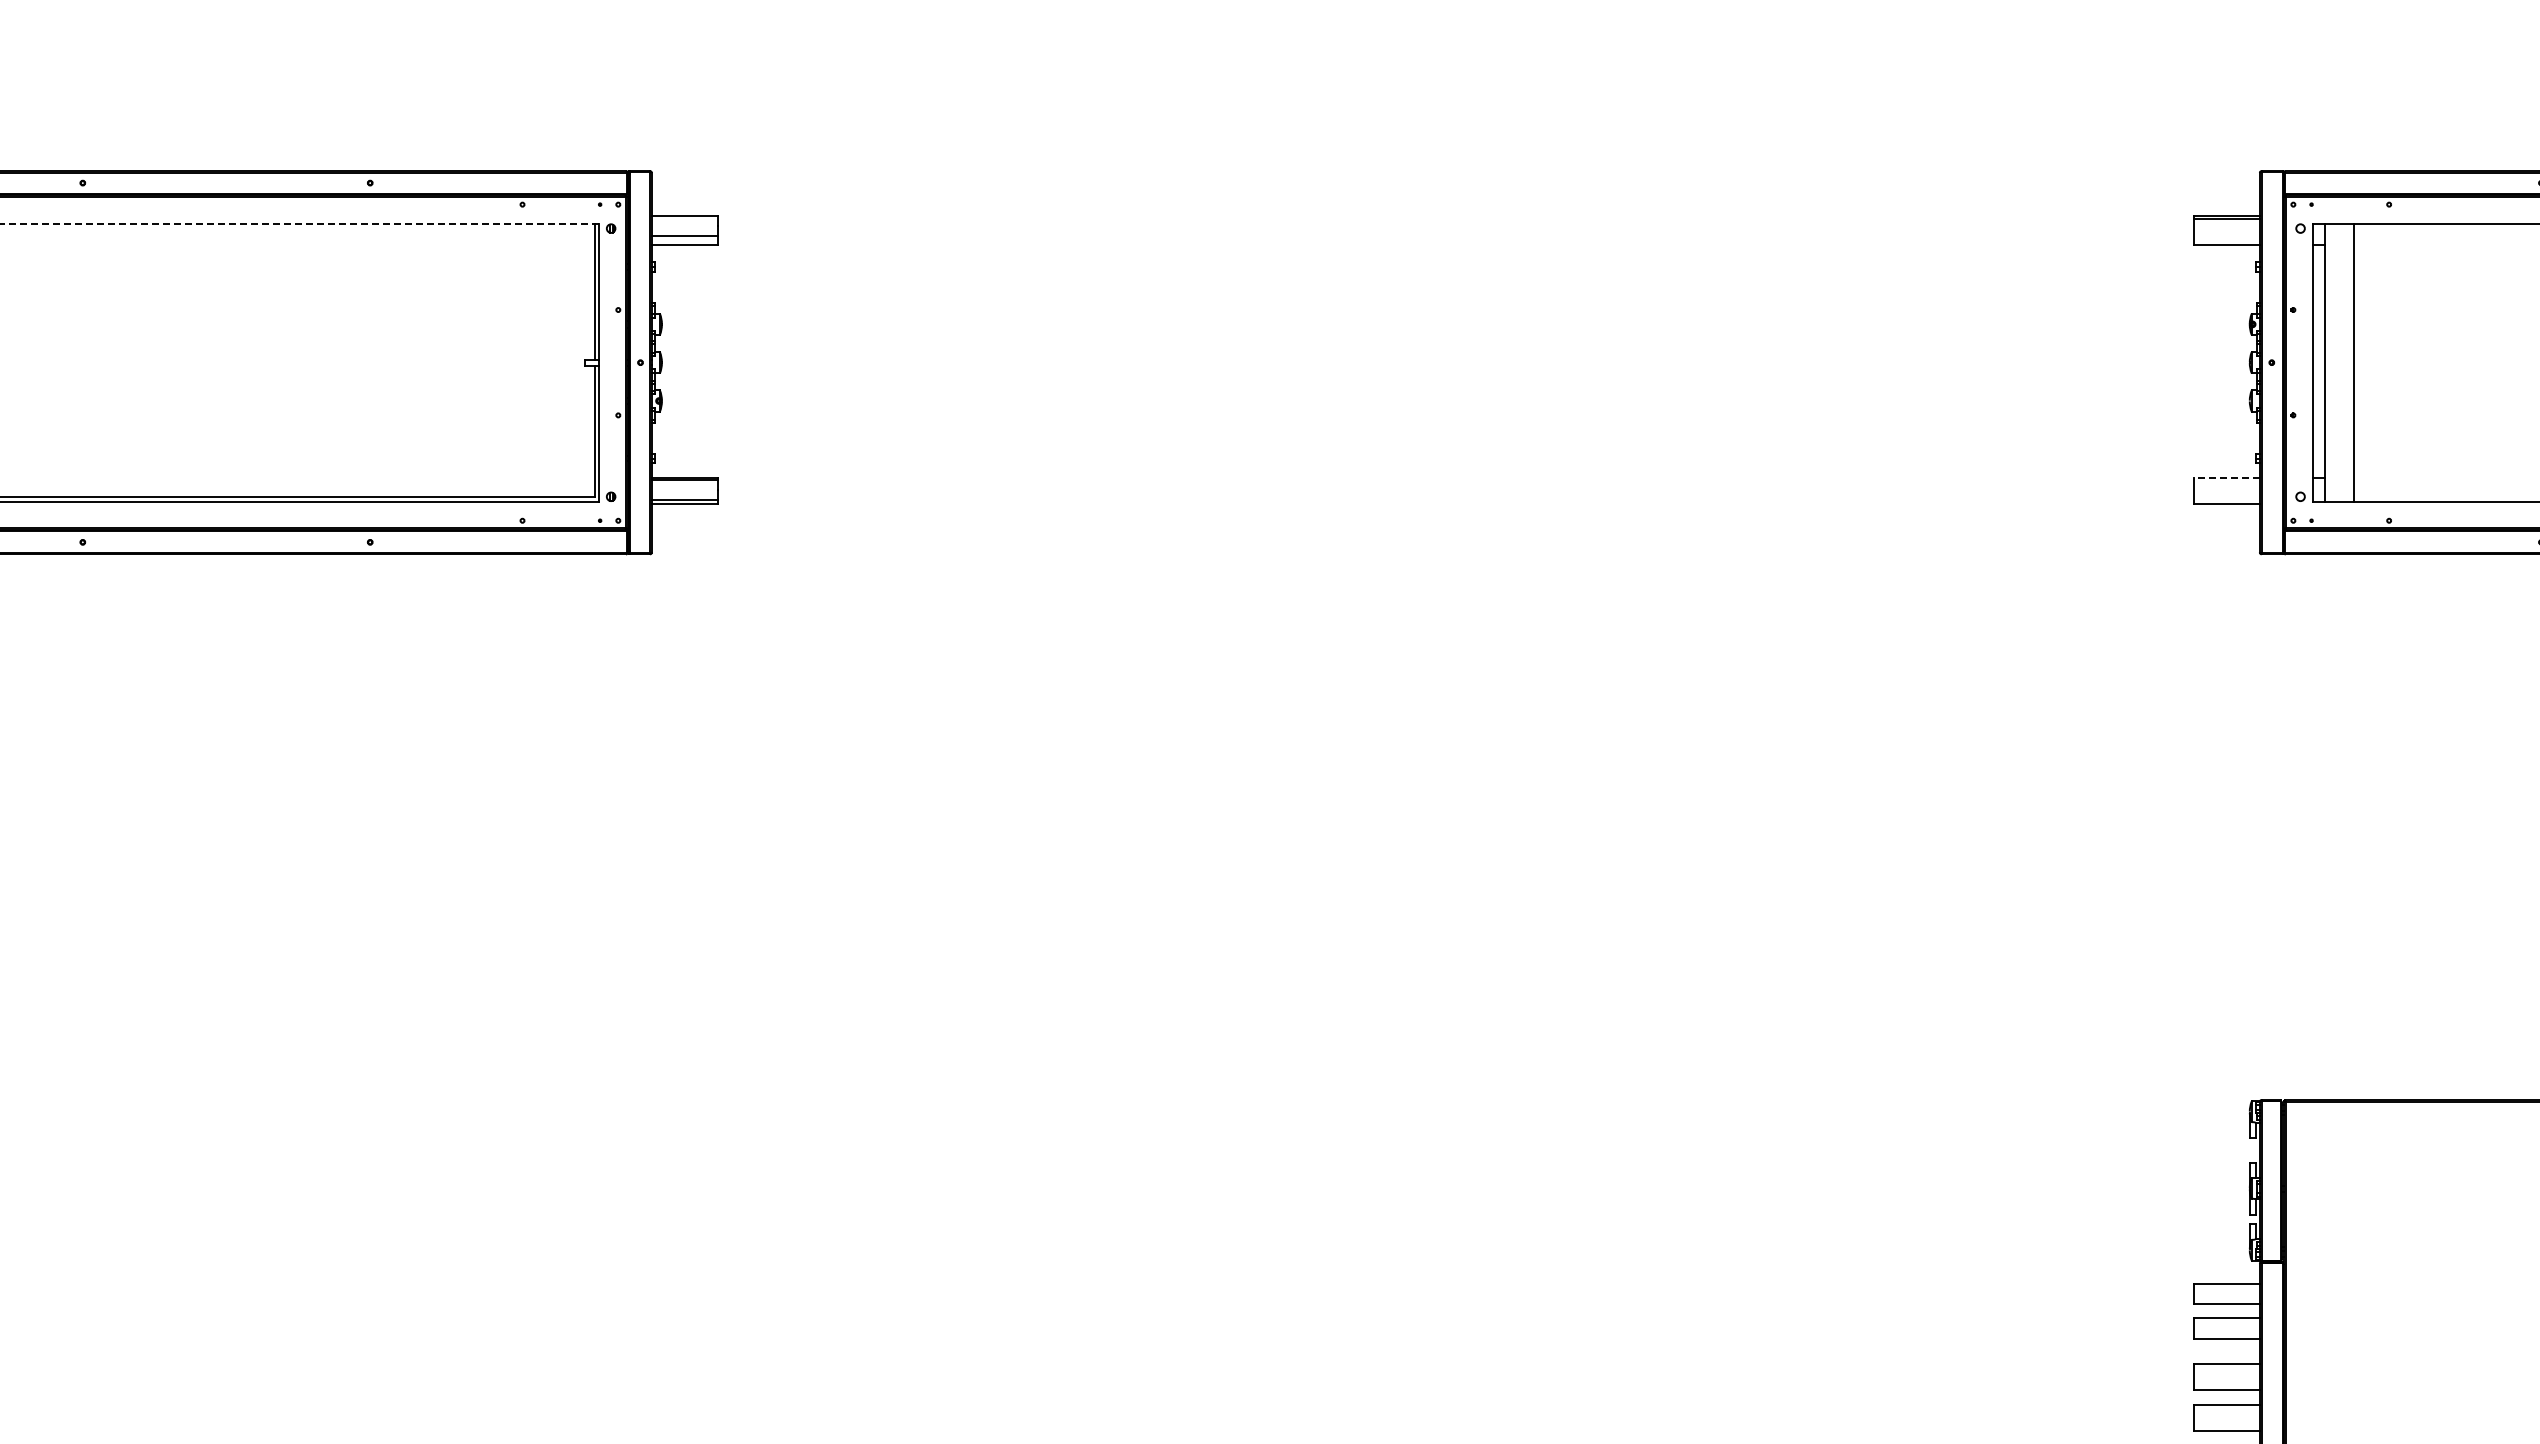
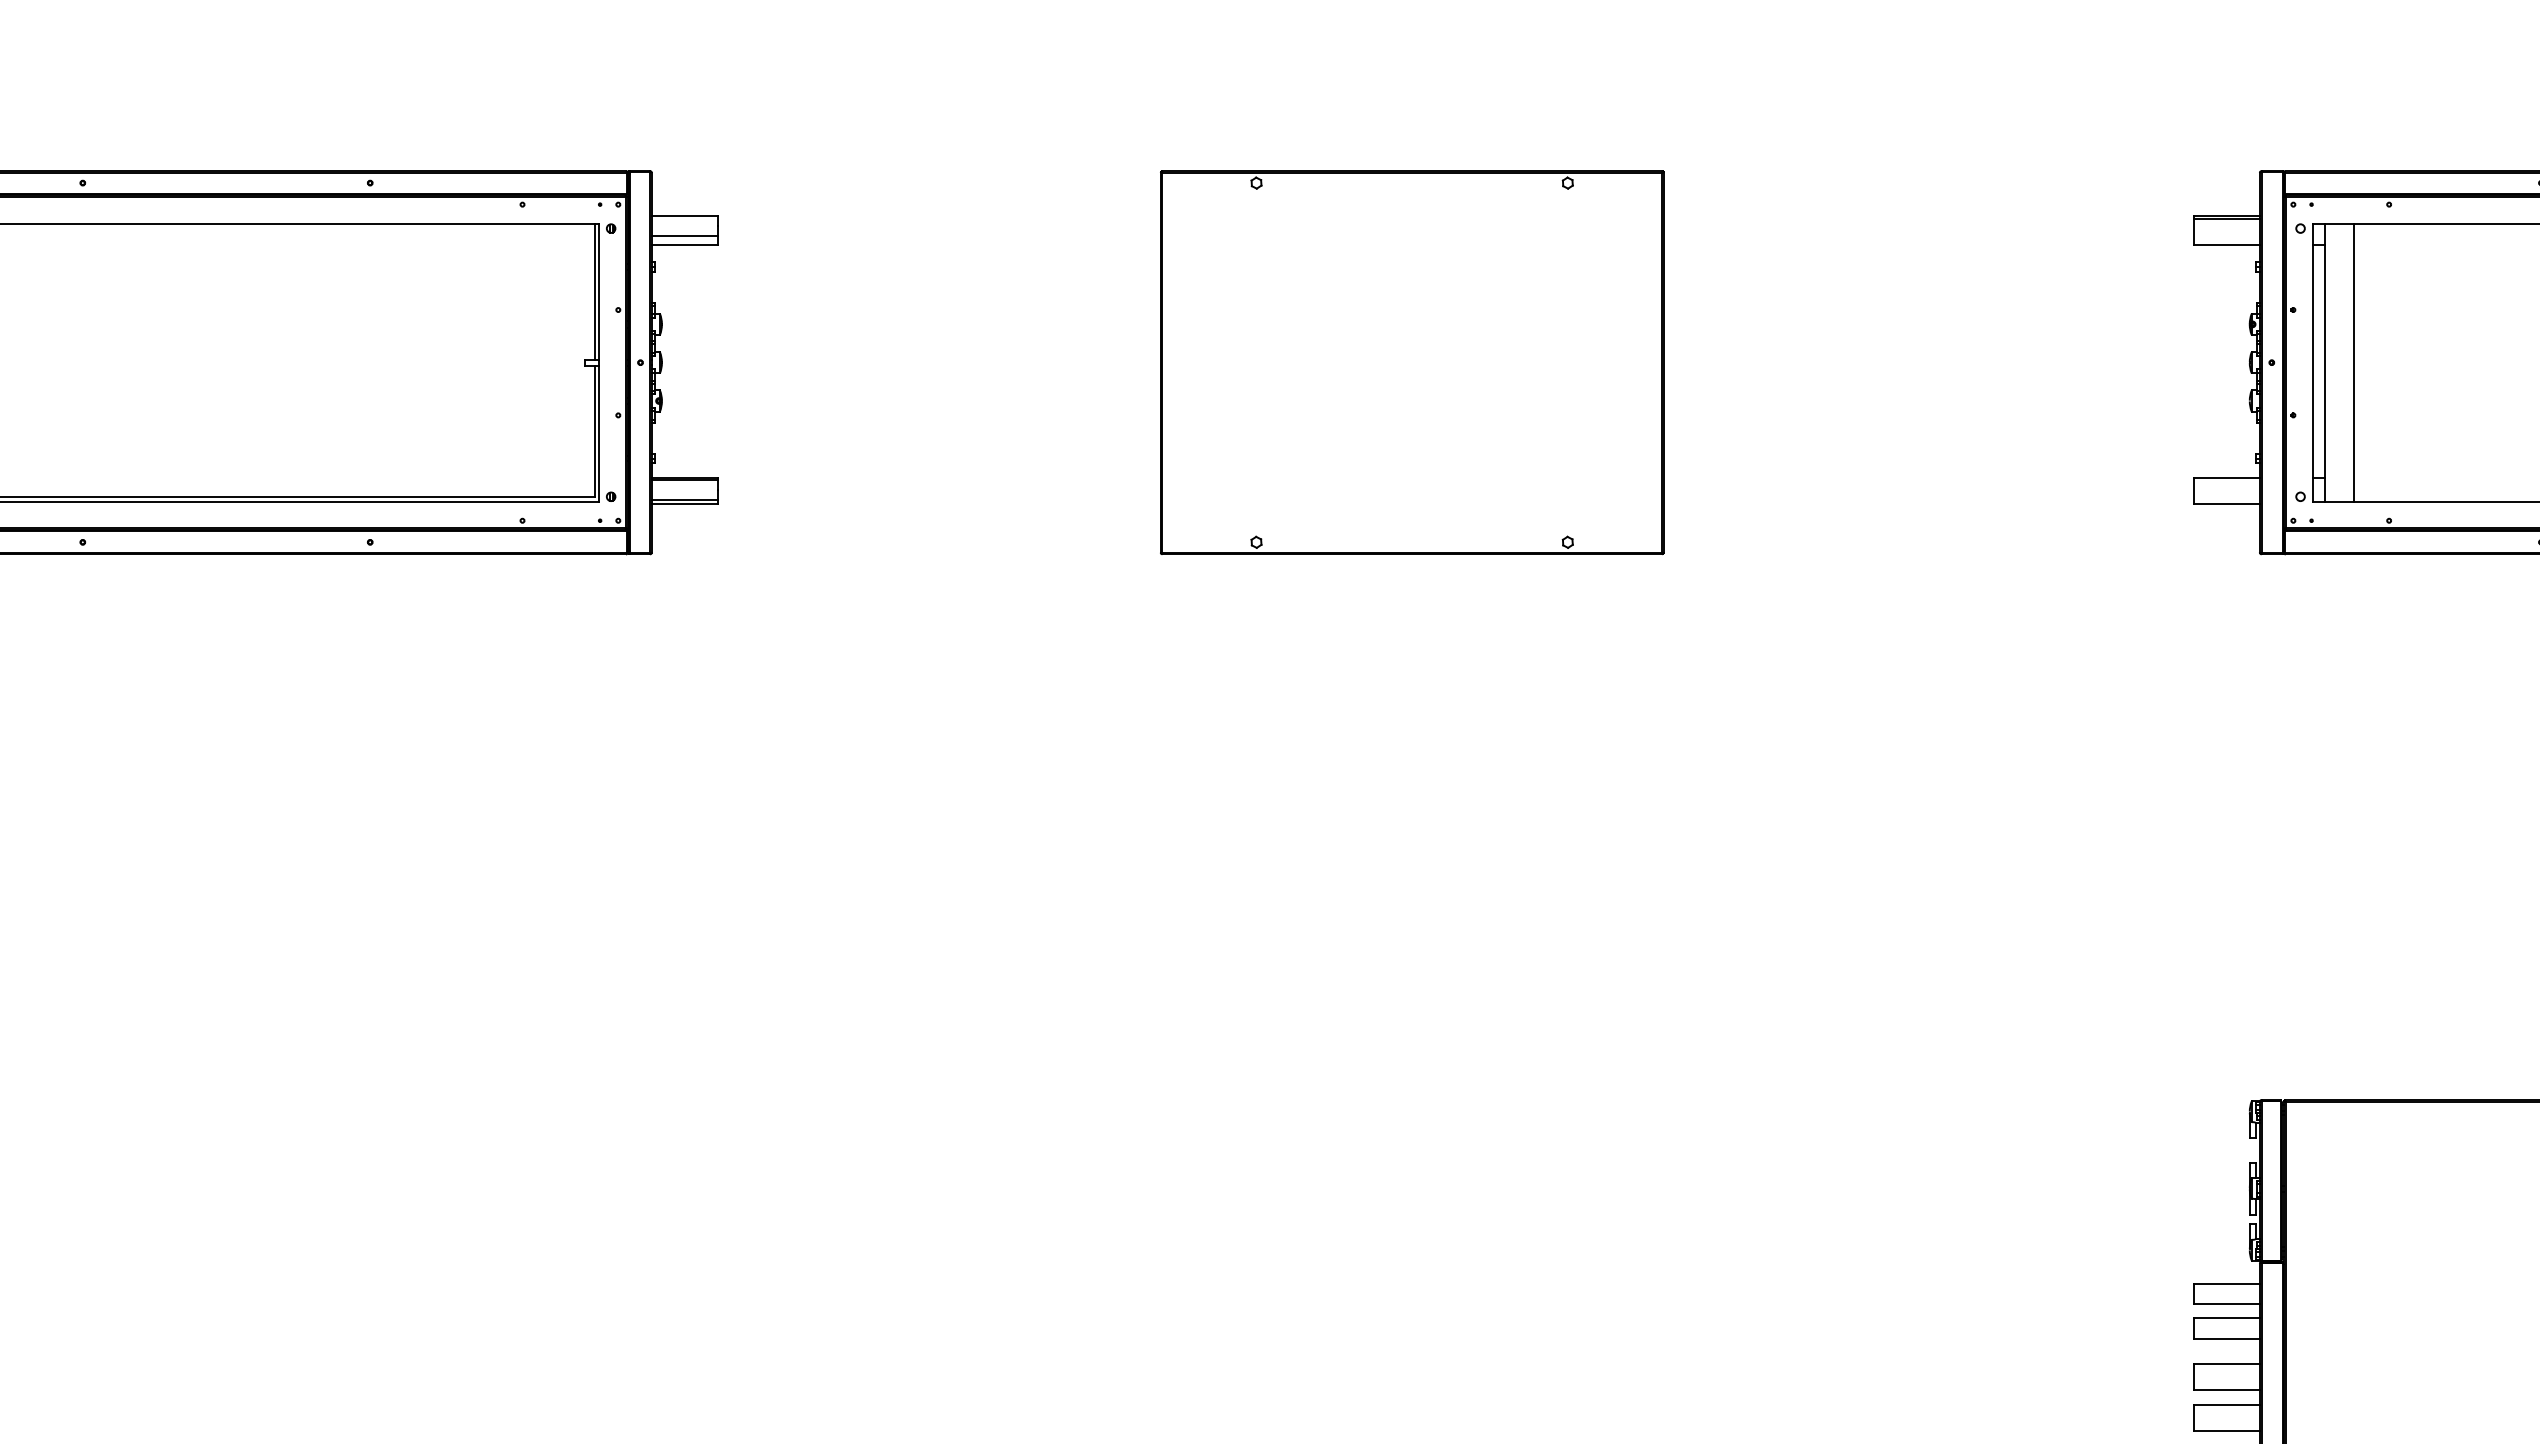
line at (299, 223): dashed -> solid
part at (1412, 362): none -> present
line at (2226, 477): dashed -> solid
